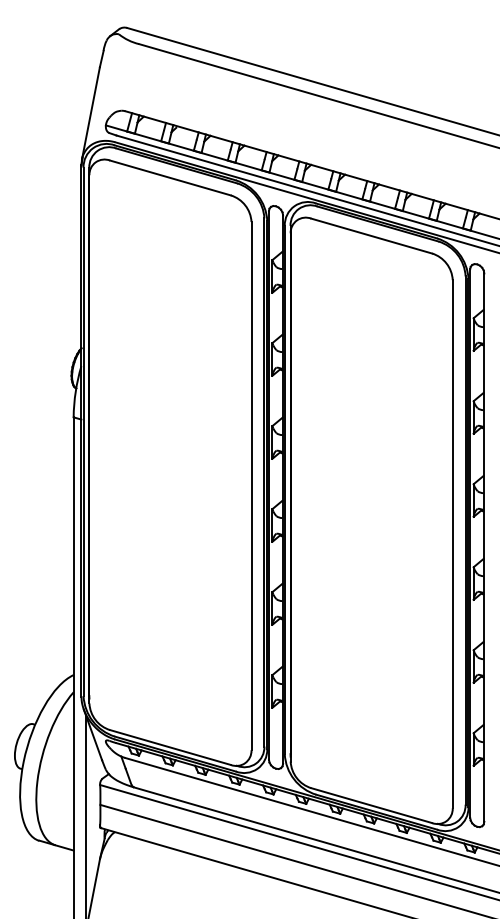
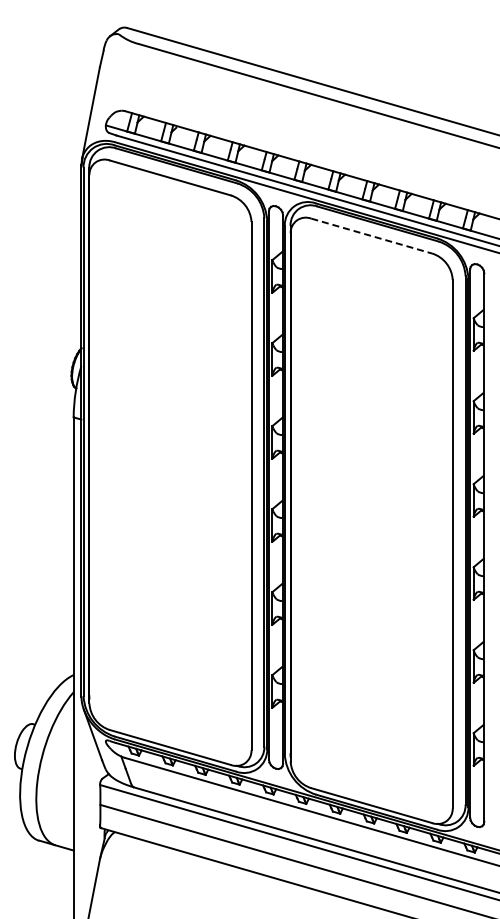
line at (371, 236): solid -> dashed
line at (86, 815): present -> none
